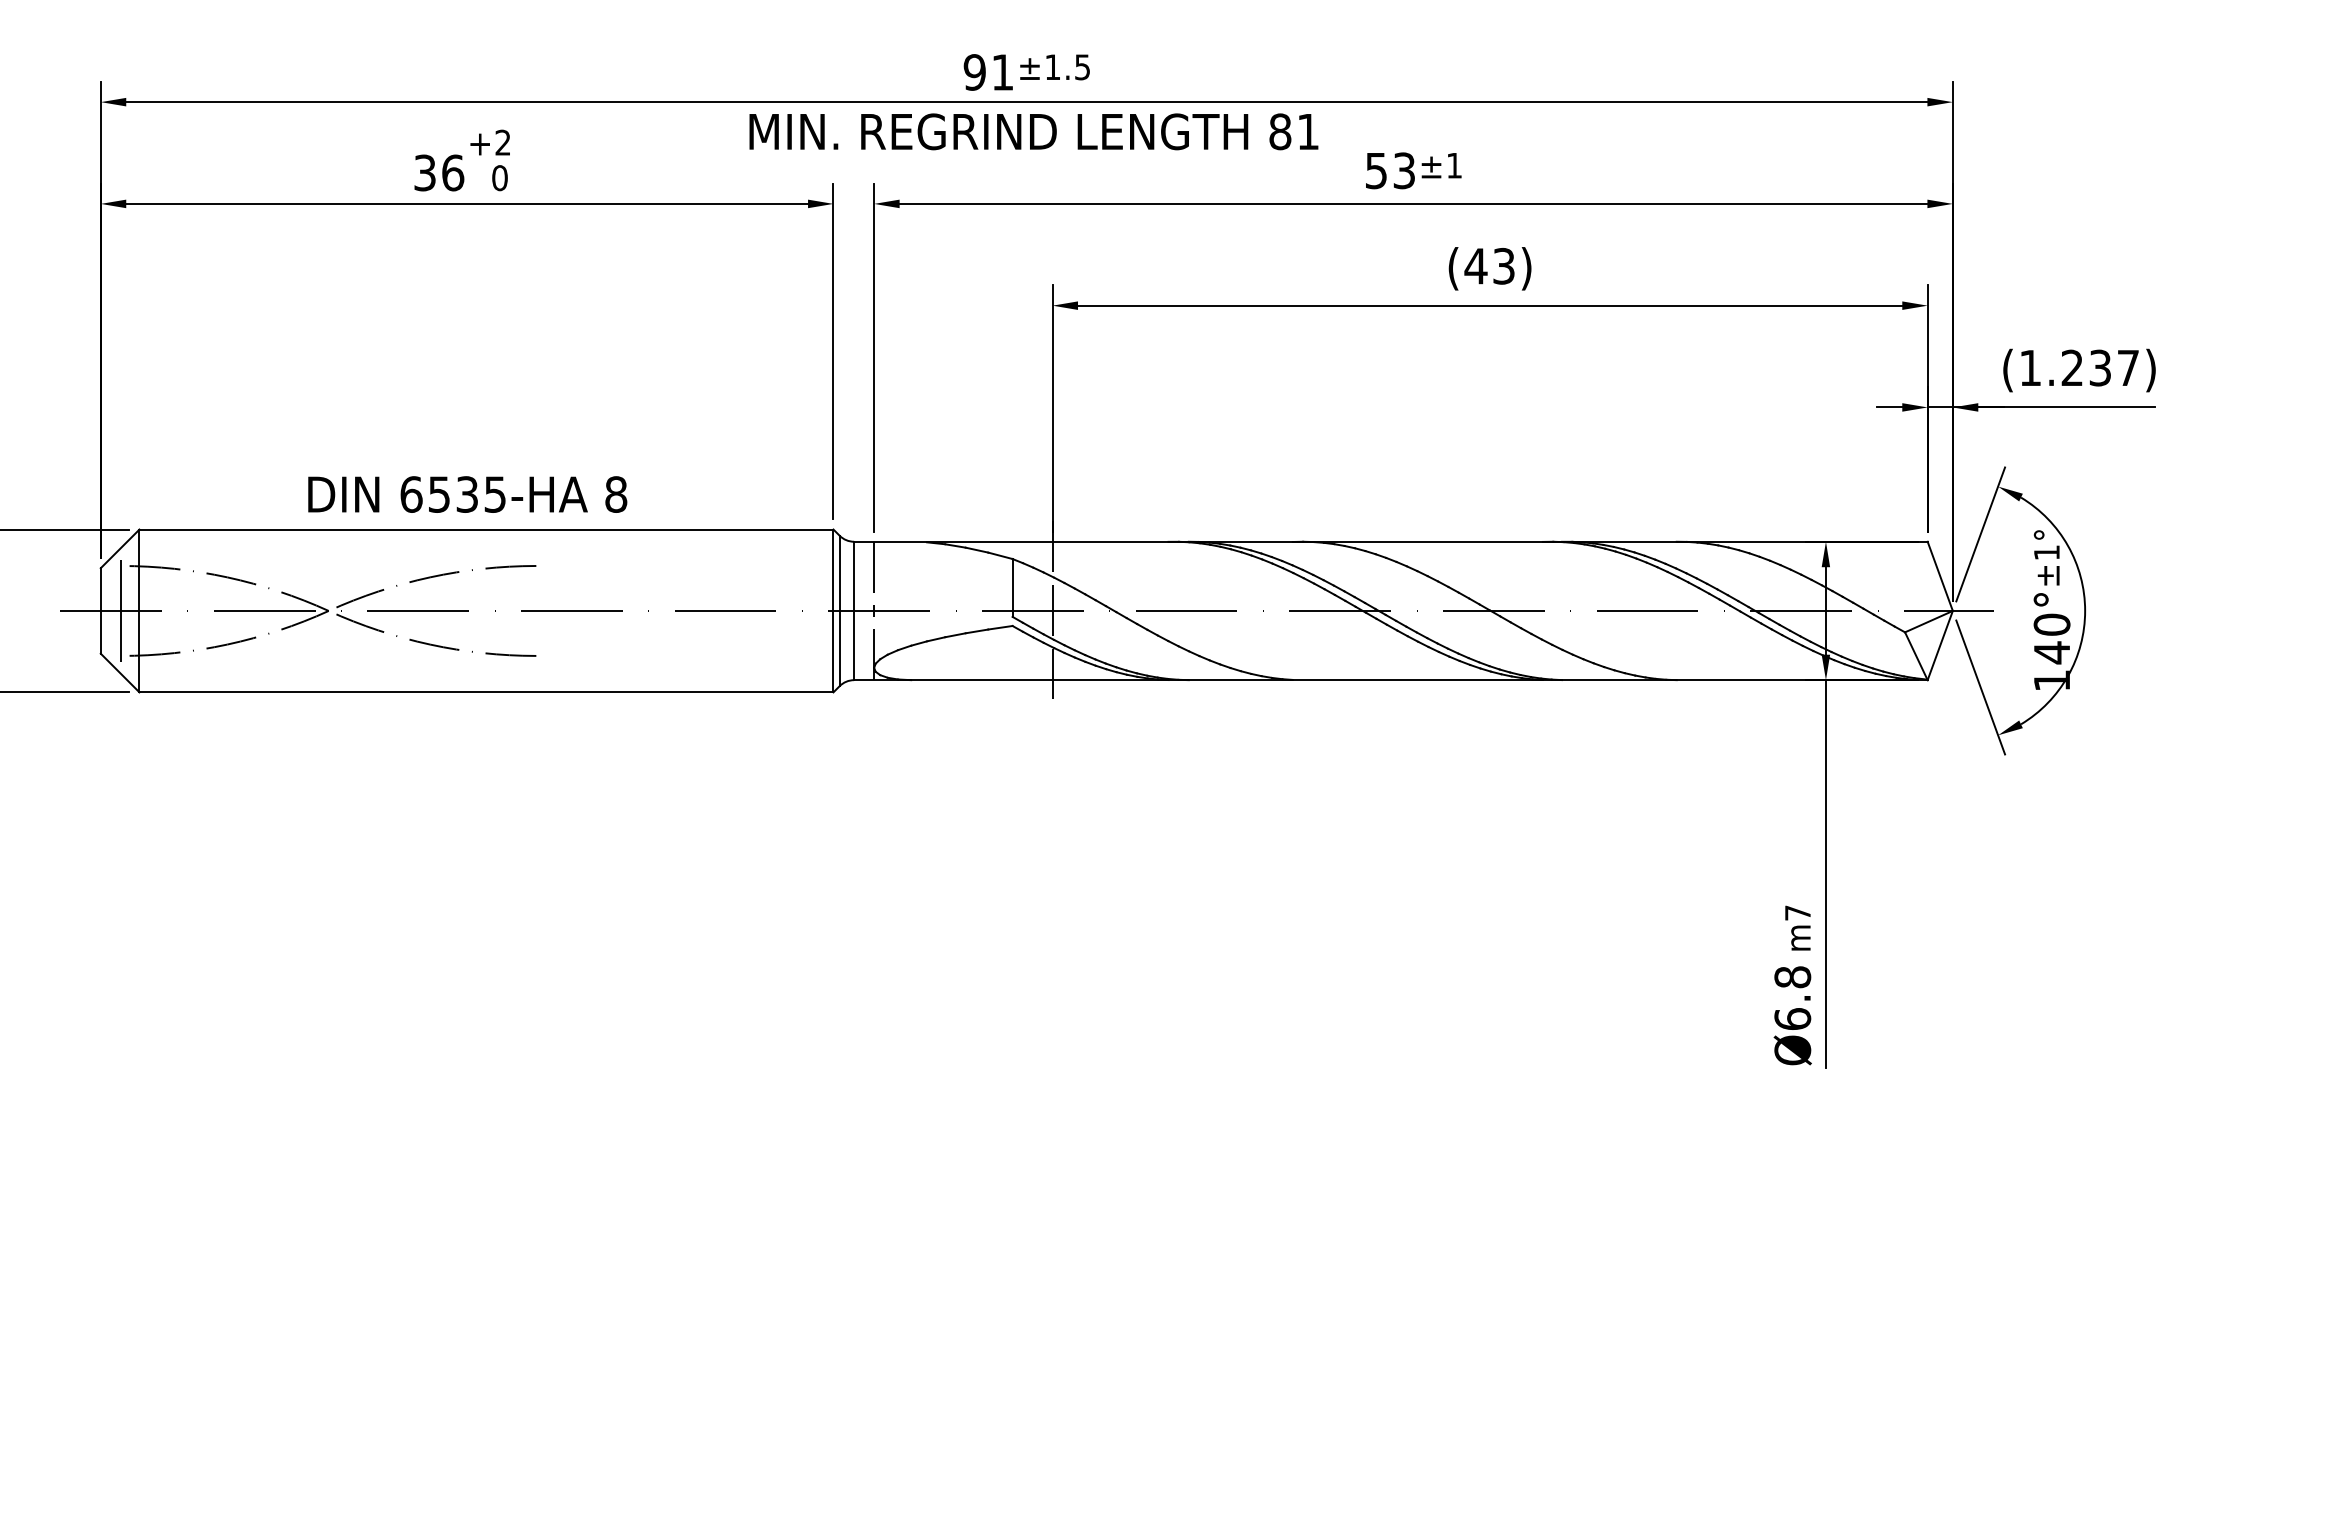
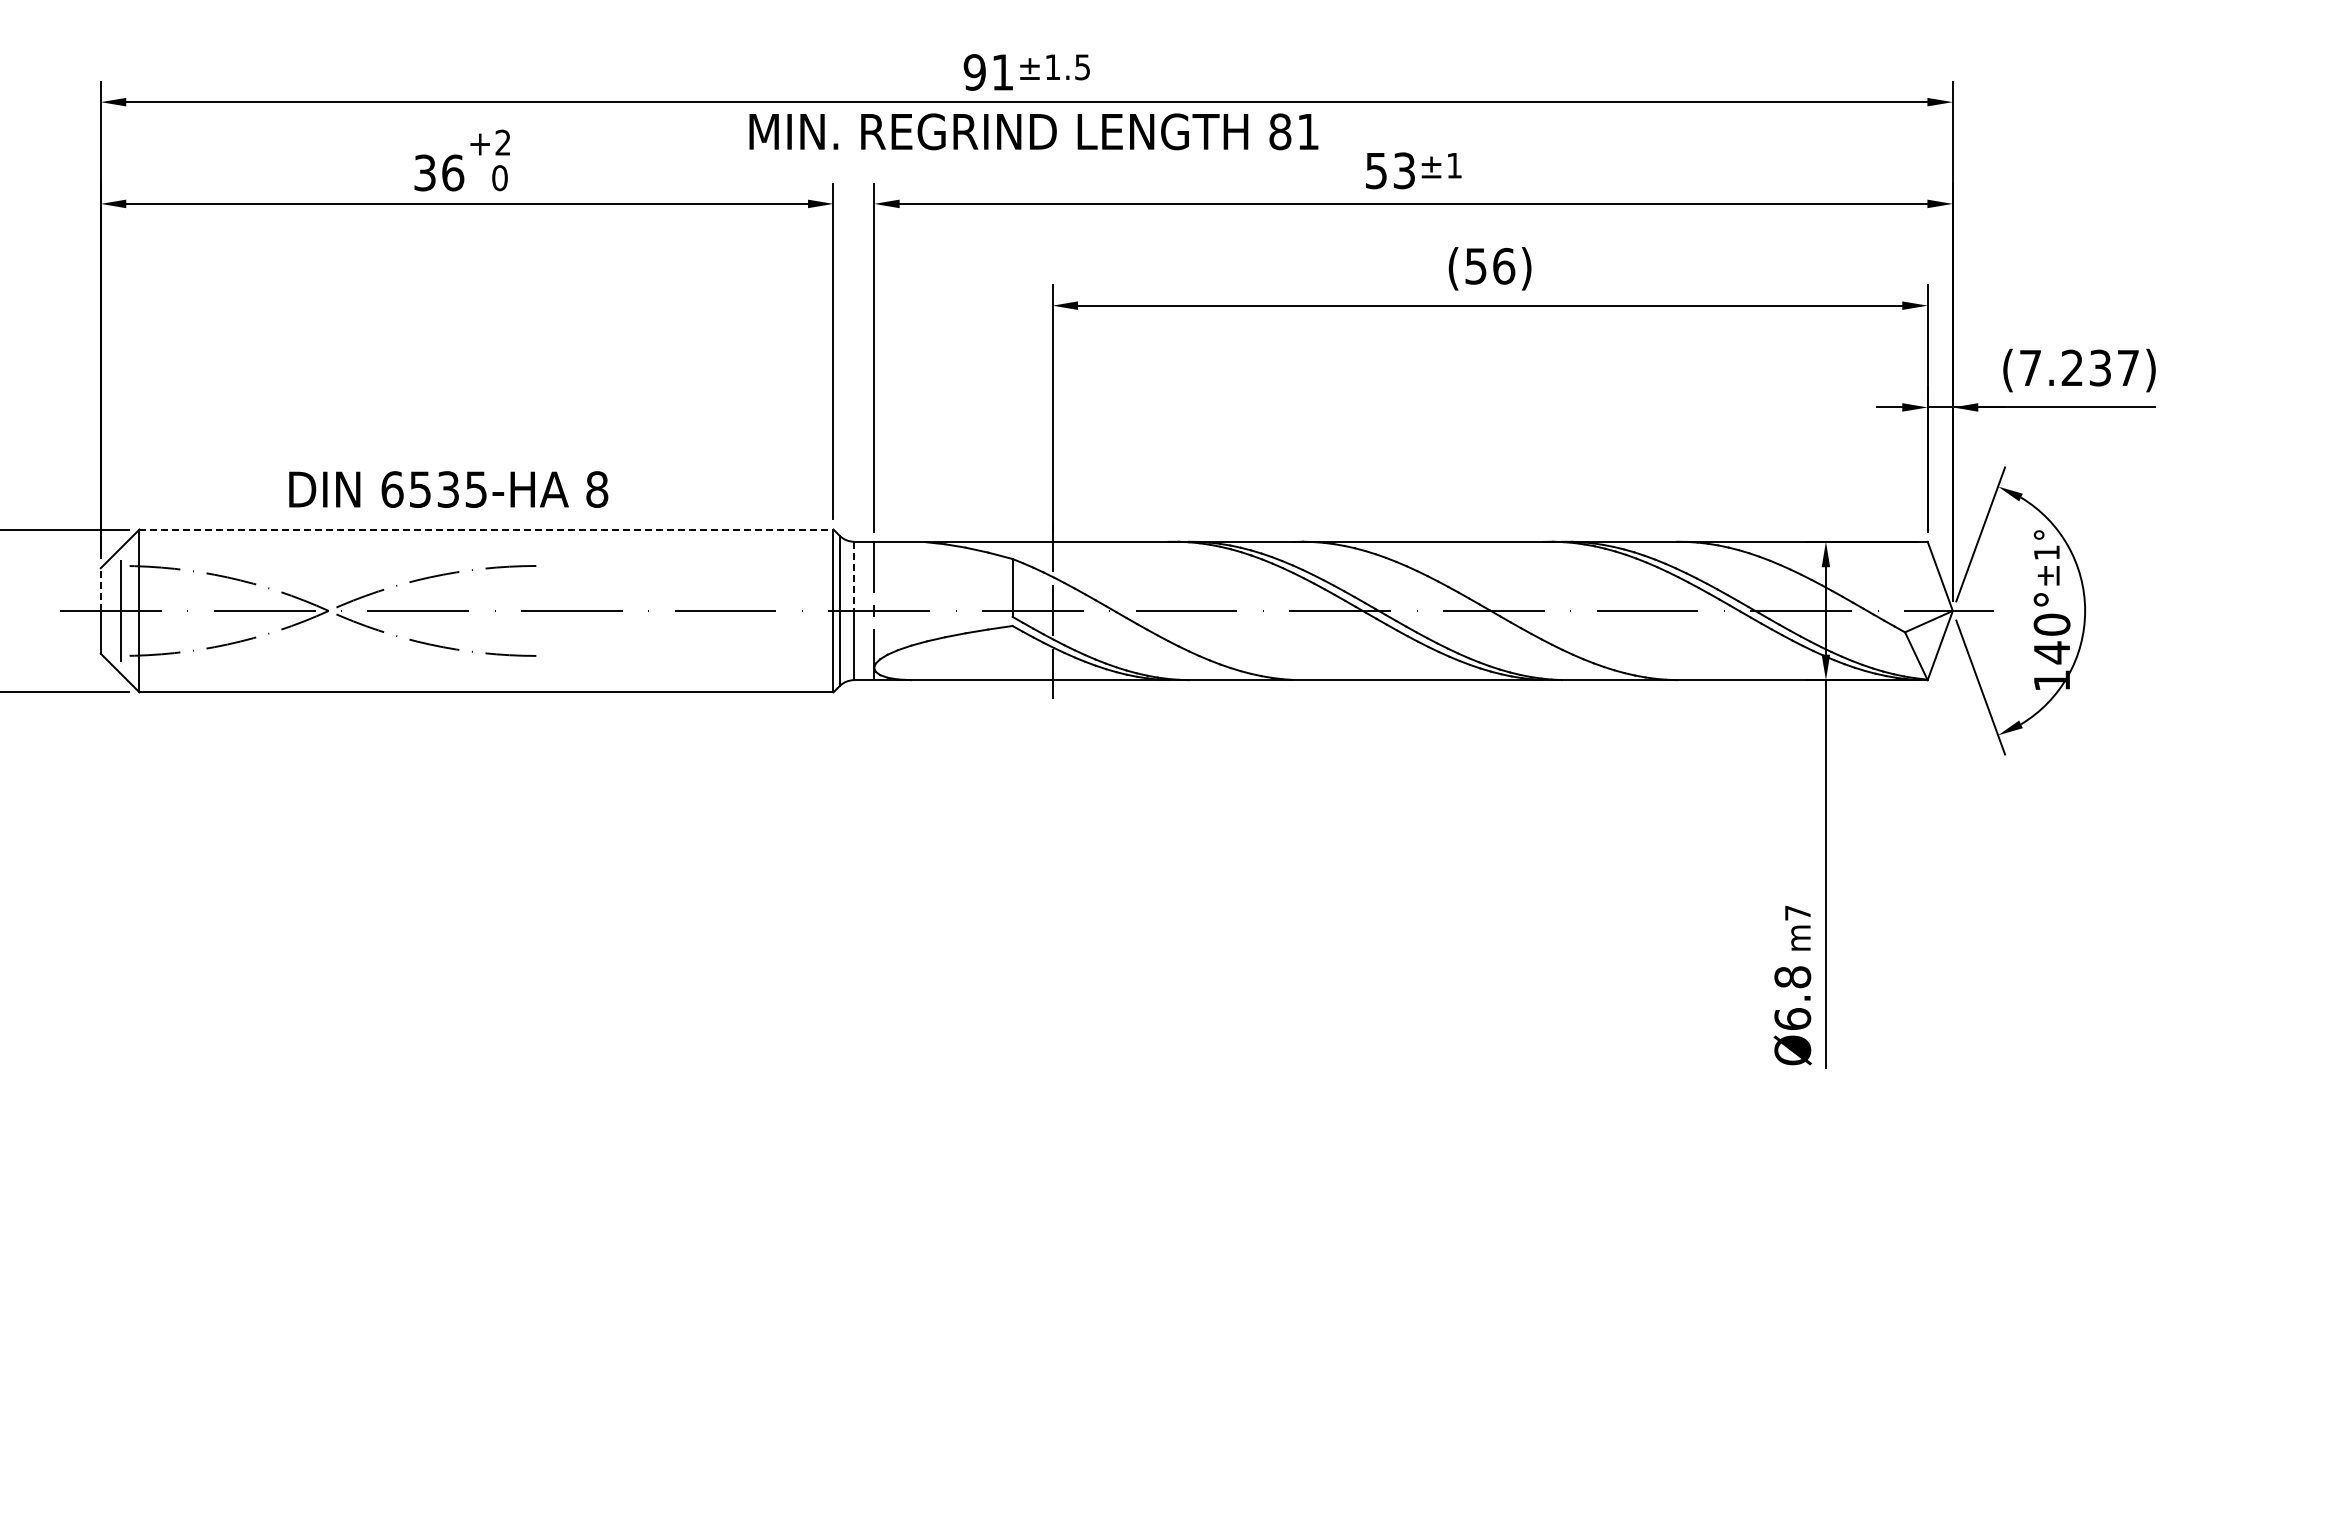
text at (1489, 265): (43) -> (56)
text at (2030, 367): (1.237) -> (7.237)
text at (467, 494) position: (467, 494) -> (448, 489)
line at (486, 529): solid -> dashed
line at (854, 576): solid -> dashed
line at (100, 589): solid -> dashed
